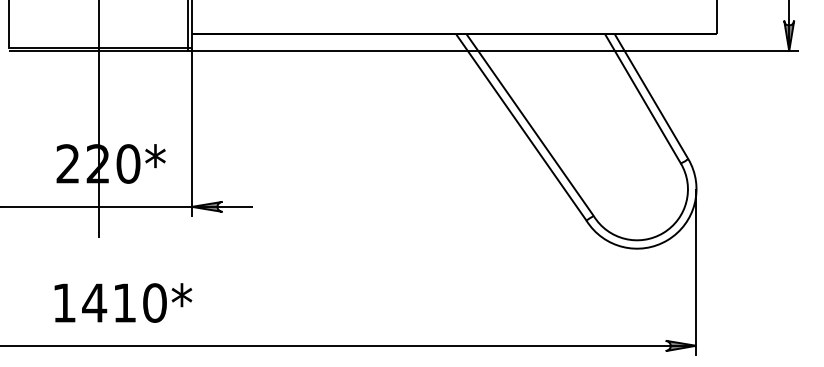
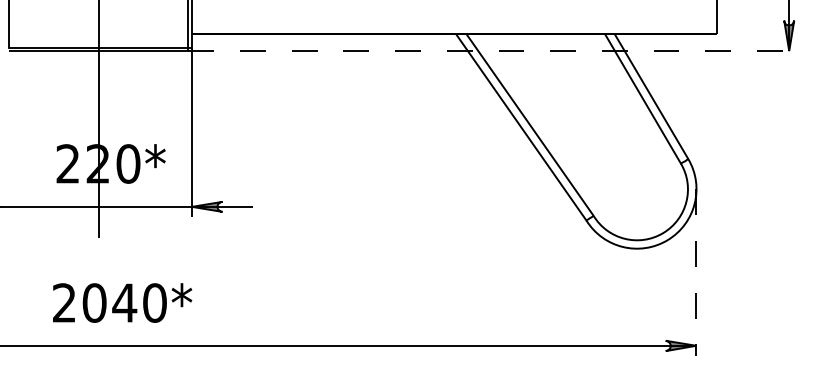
line at (494, 51): solid -> dashed
line at (696, 273): solid -> dashed
text at (95, 302): 1410* -> 2040*
